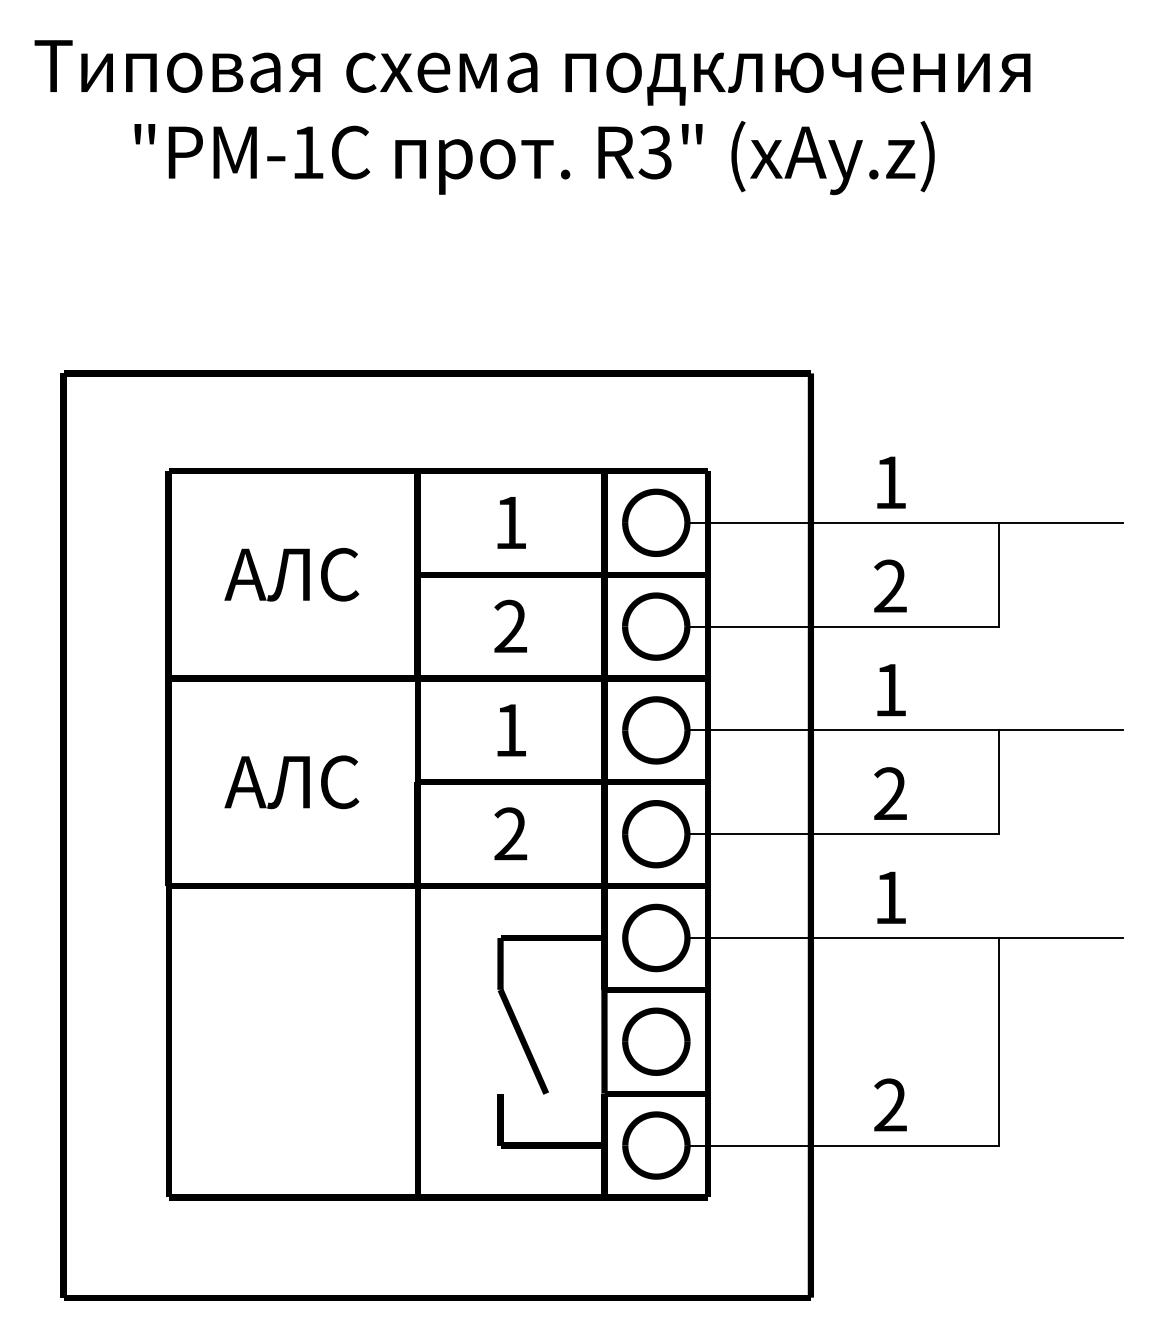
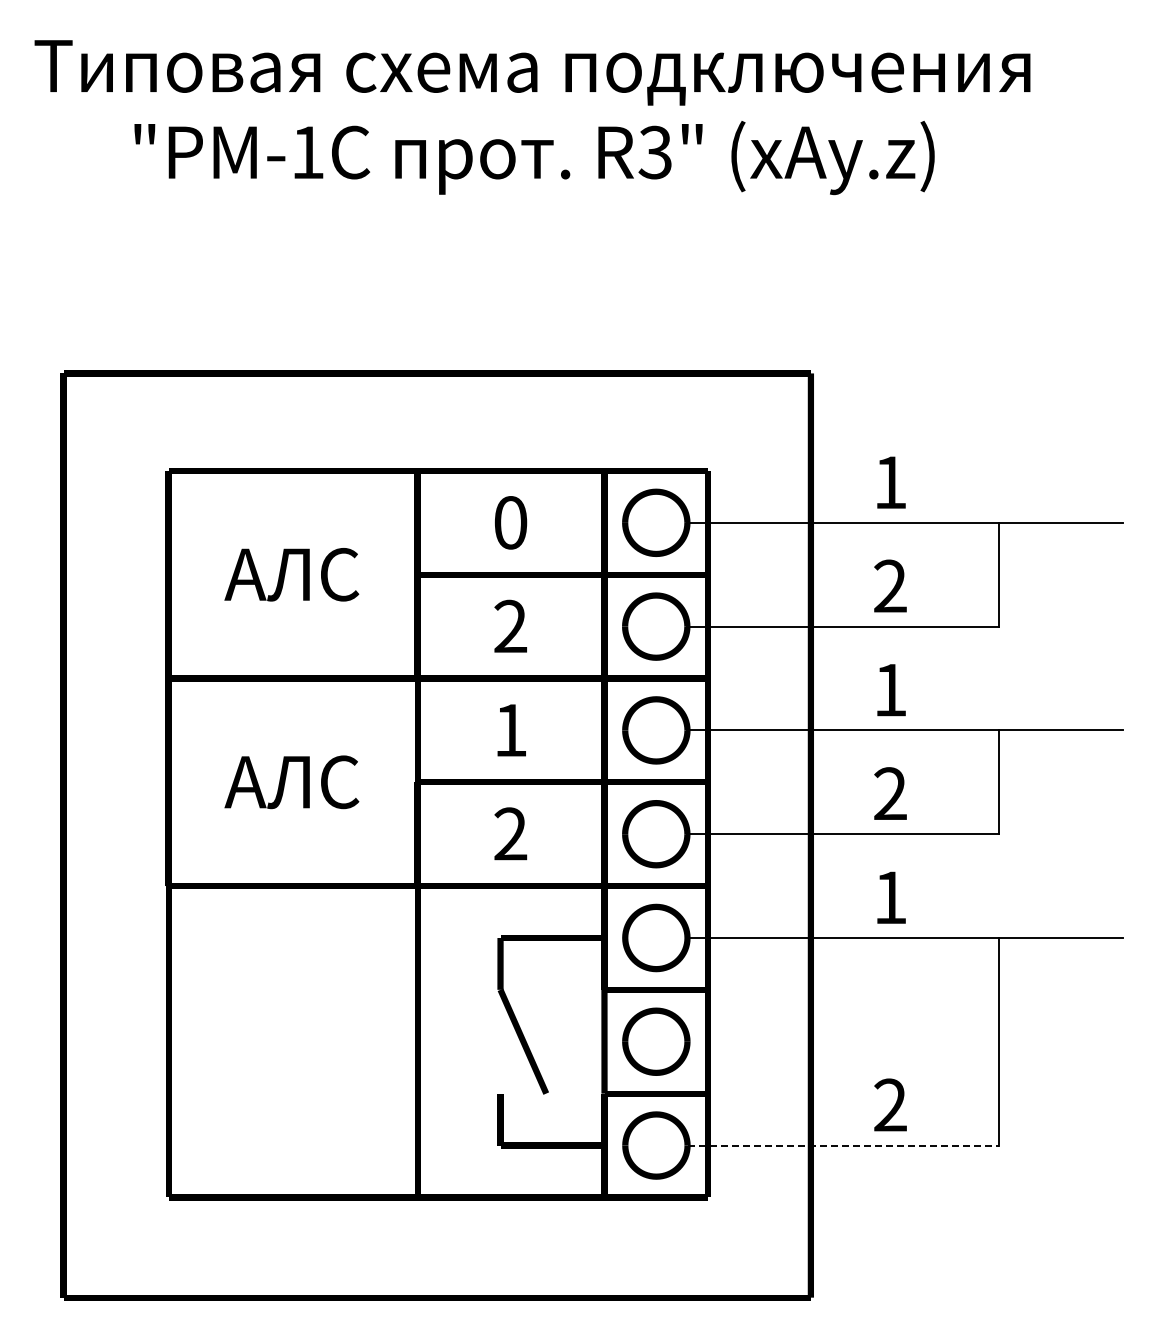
text at (510, 522): 1 -> 0
line at (843, 1145): solid -> dashed
